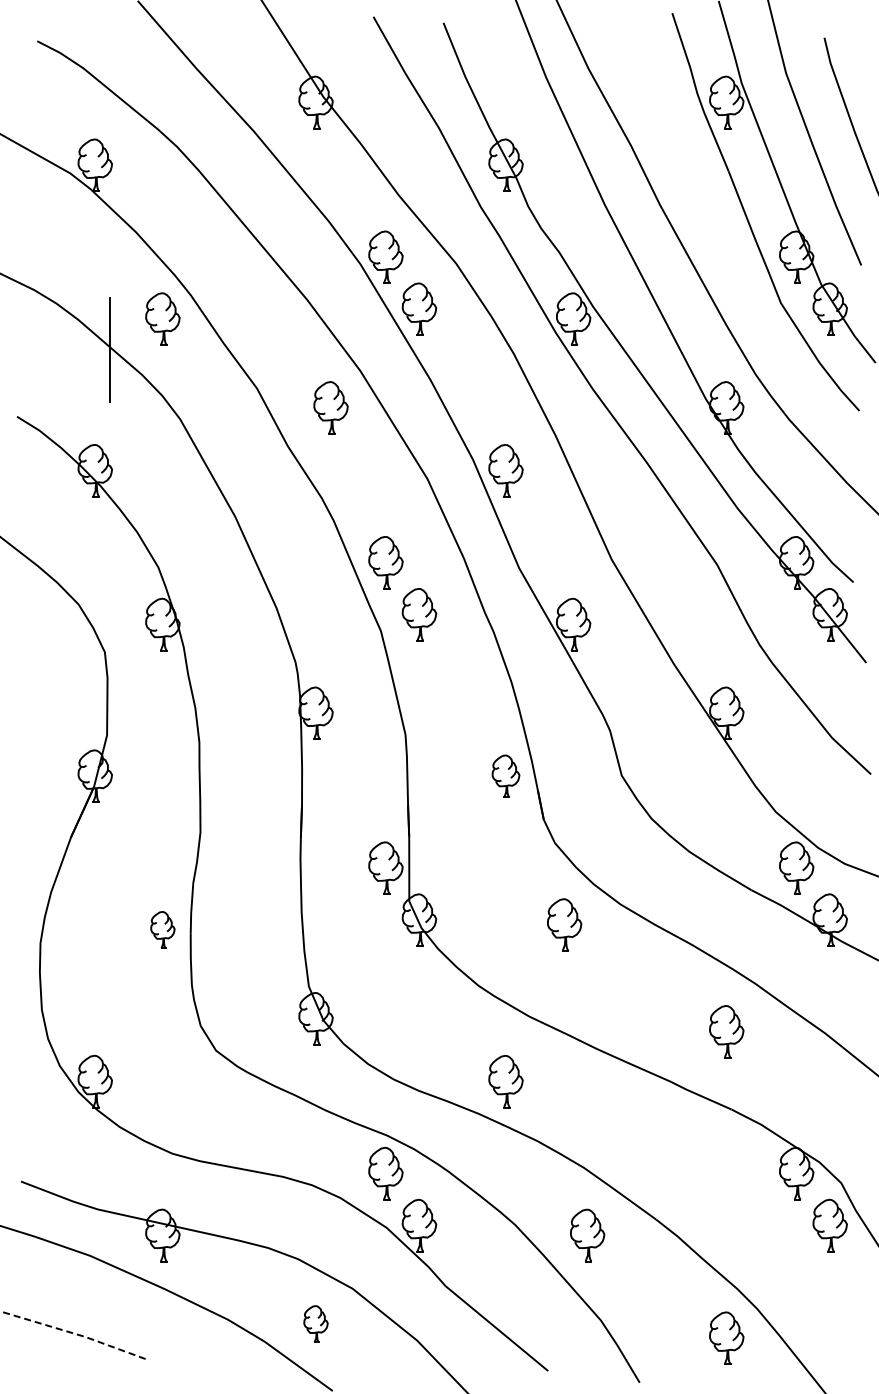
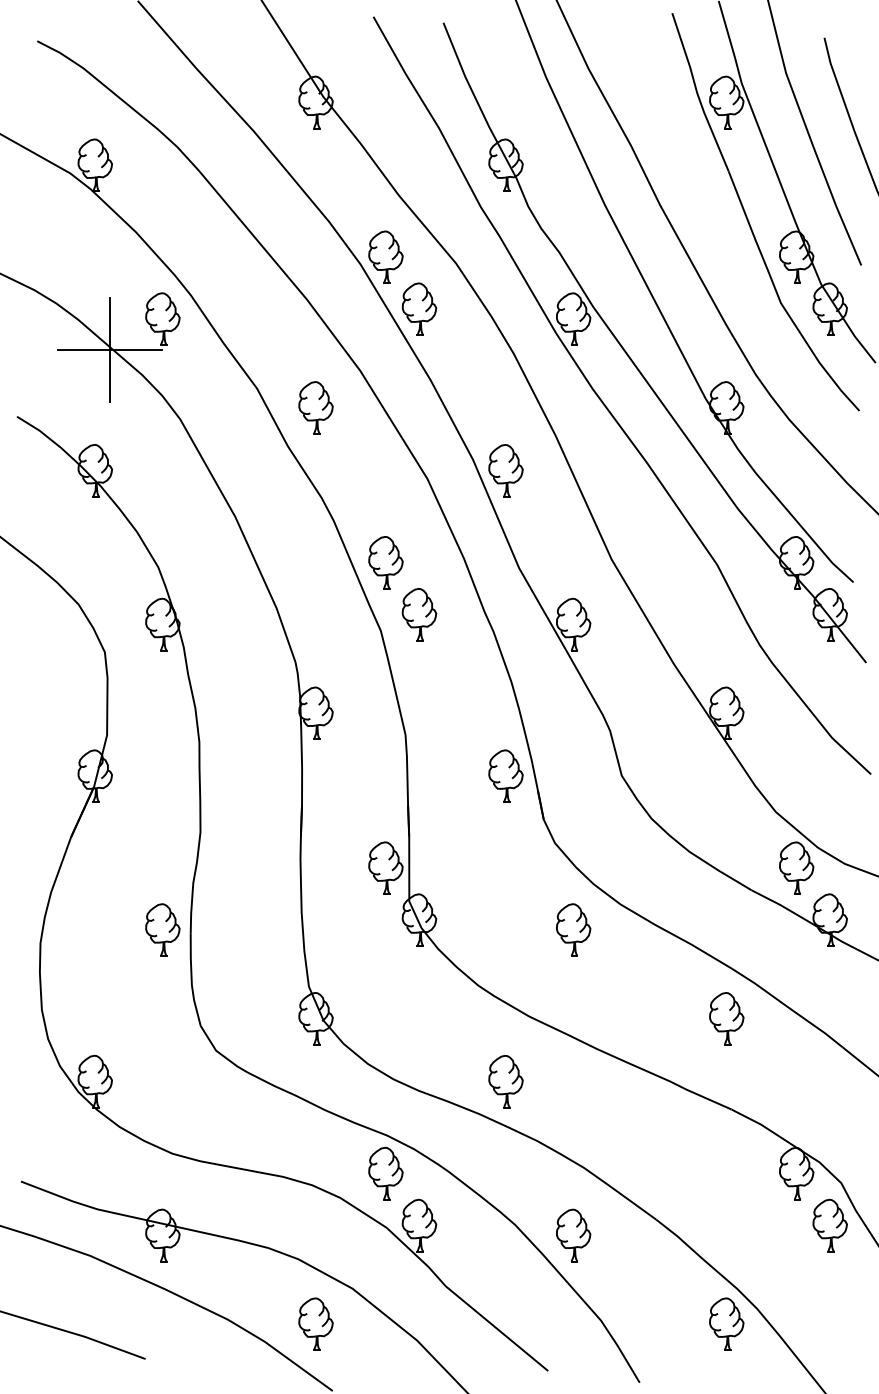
line at (109, 350): none -> present
part at (330, 407) position: (330, 407) -> (315, 407)
part at (505, 775) size: 30x44 px -> 36x54 px
part at (564, 924) position: (564, 924) -> (573, 929)
part at (162, 929) size: 26x38 px -> 36x54 px
part at (726, 1031) position: (726, 1031) -> (726, 1018)
part at (587, 1235) position: (587, 1235) -> (573, 1235)
part at (315, 1323) size: 26x38 px -> 36x54 px
line at (73, 1333): dashed -> solid
part at (726, 1337) position: (726, 1337) -> (726, 1323)
